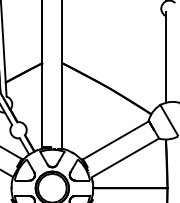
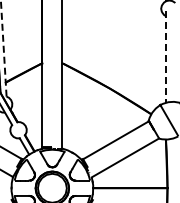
line at (3, 48): solid -> dashed
line at (166, 57): solid -> dashed
